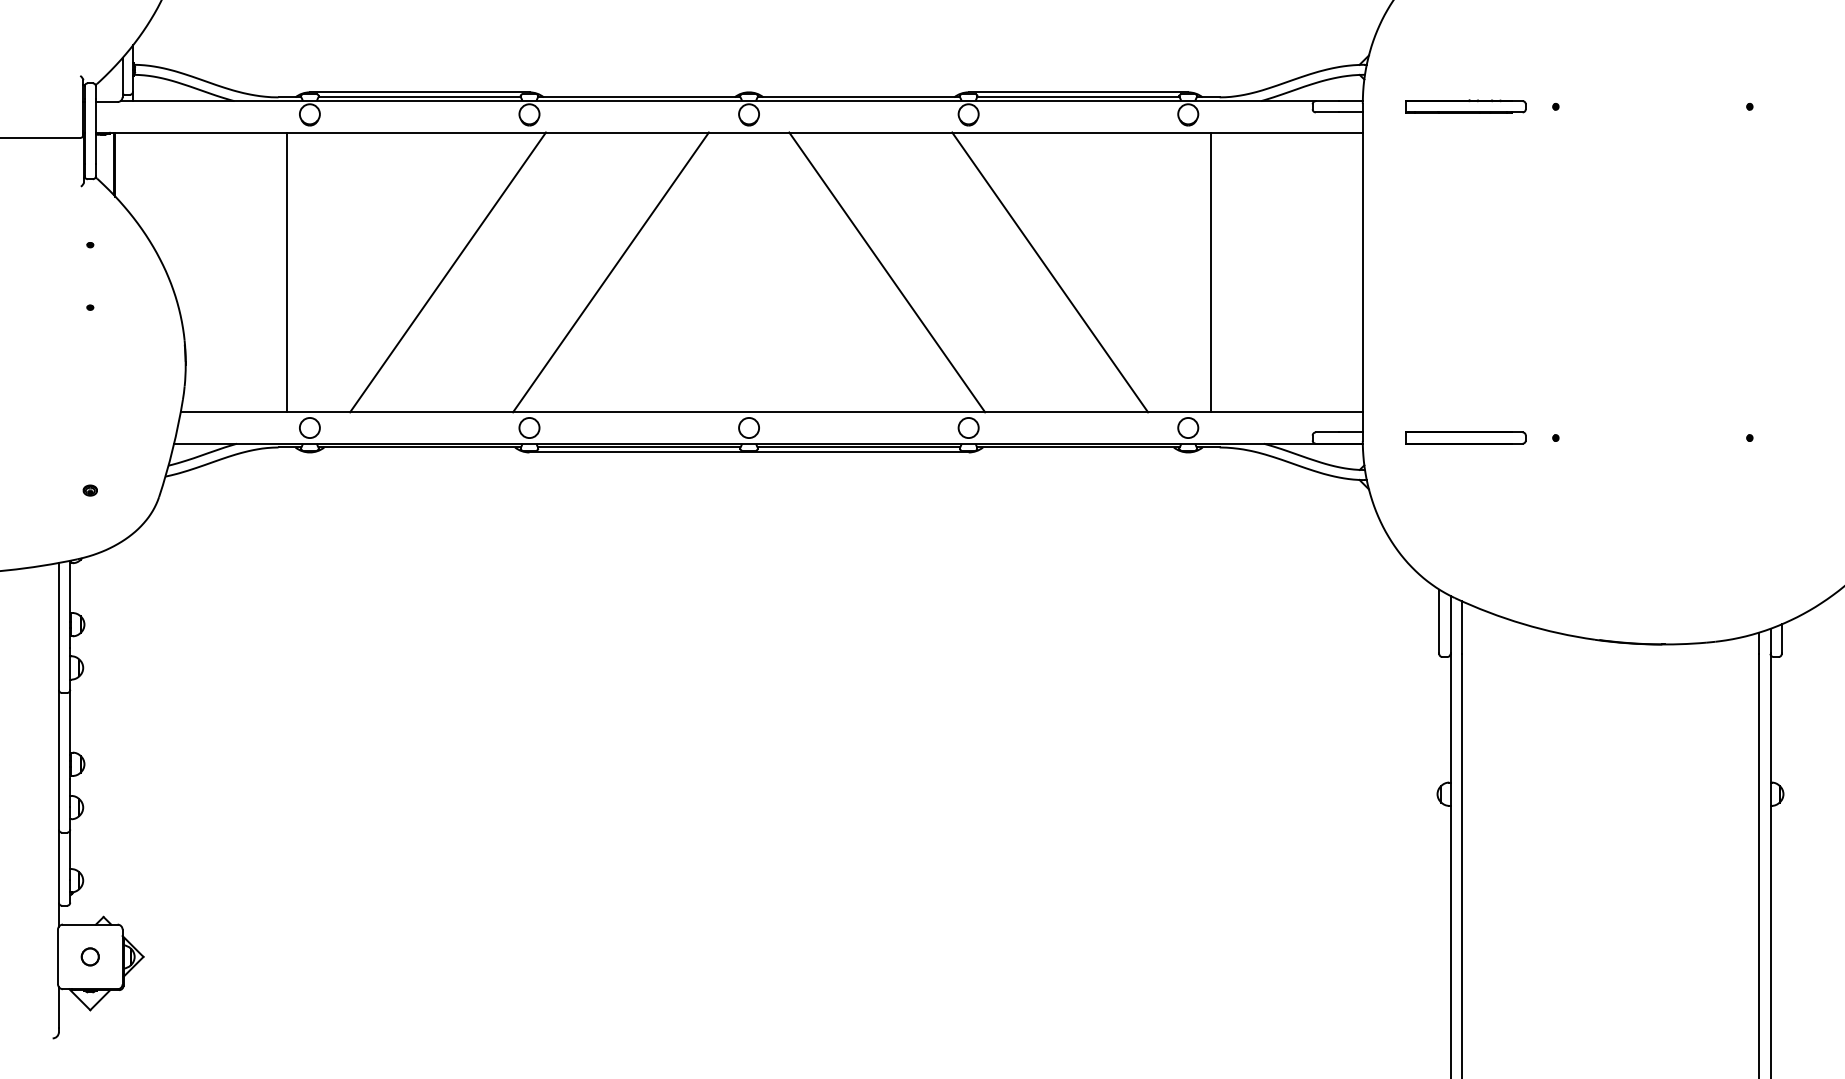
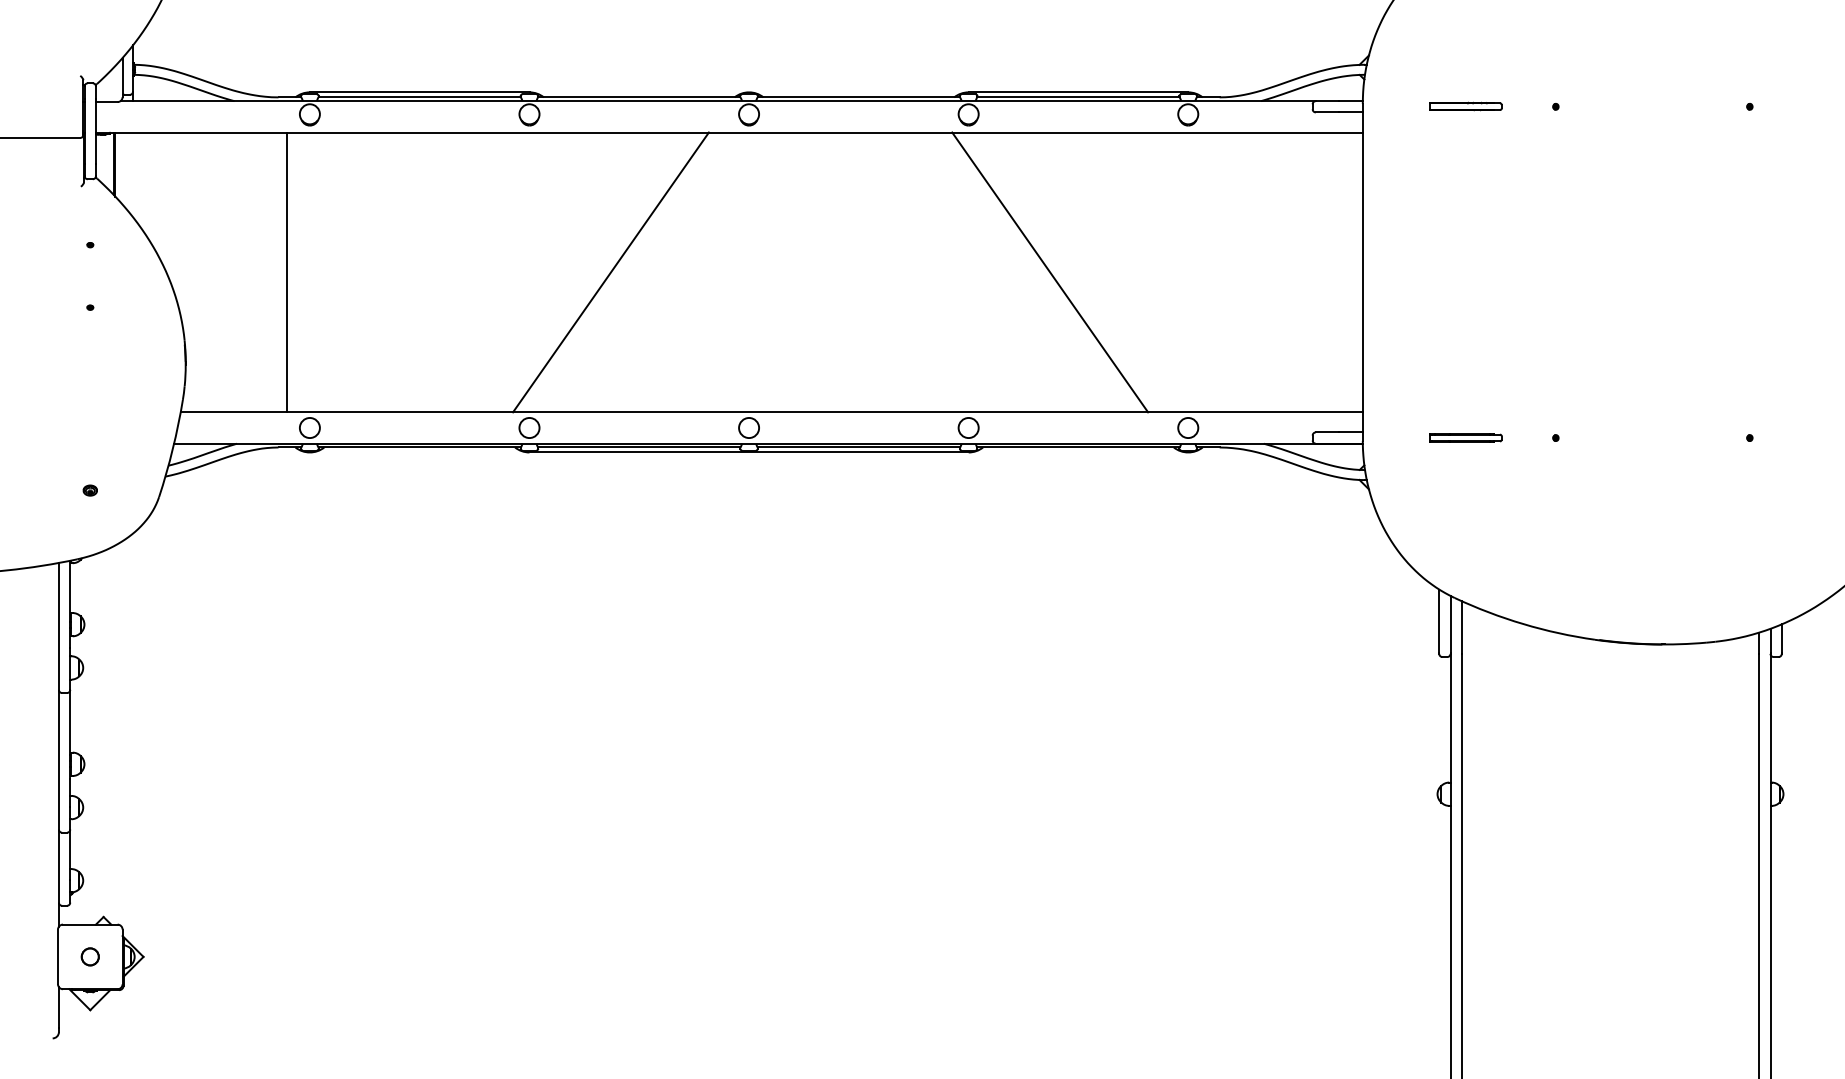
part at (1465, 106) size: 122x15 px -> 74x11 px
line at (448, 272): present -> none
line at (887, 272): present -> none
line at (1211, 272): present -> none
part at (1465, 437) size: 122x14 px -> 74x10 px
